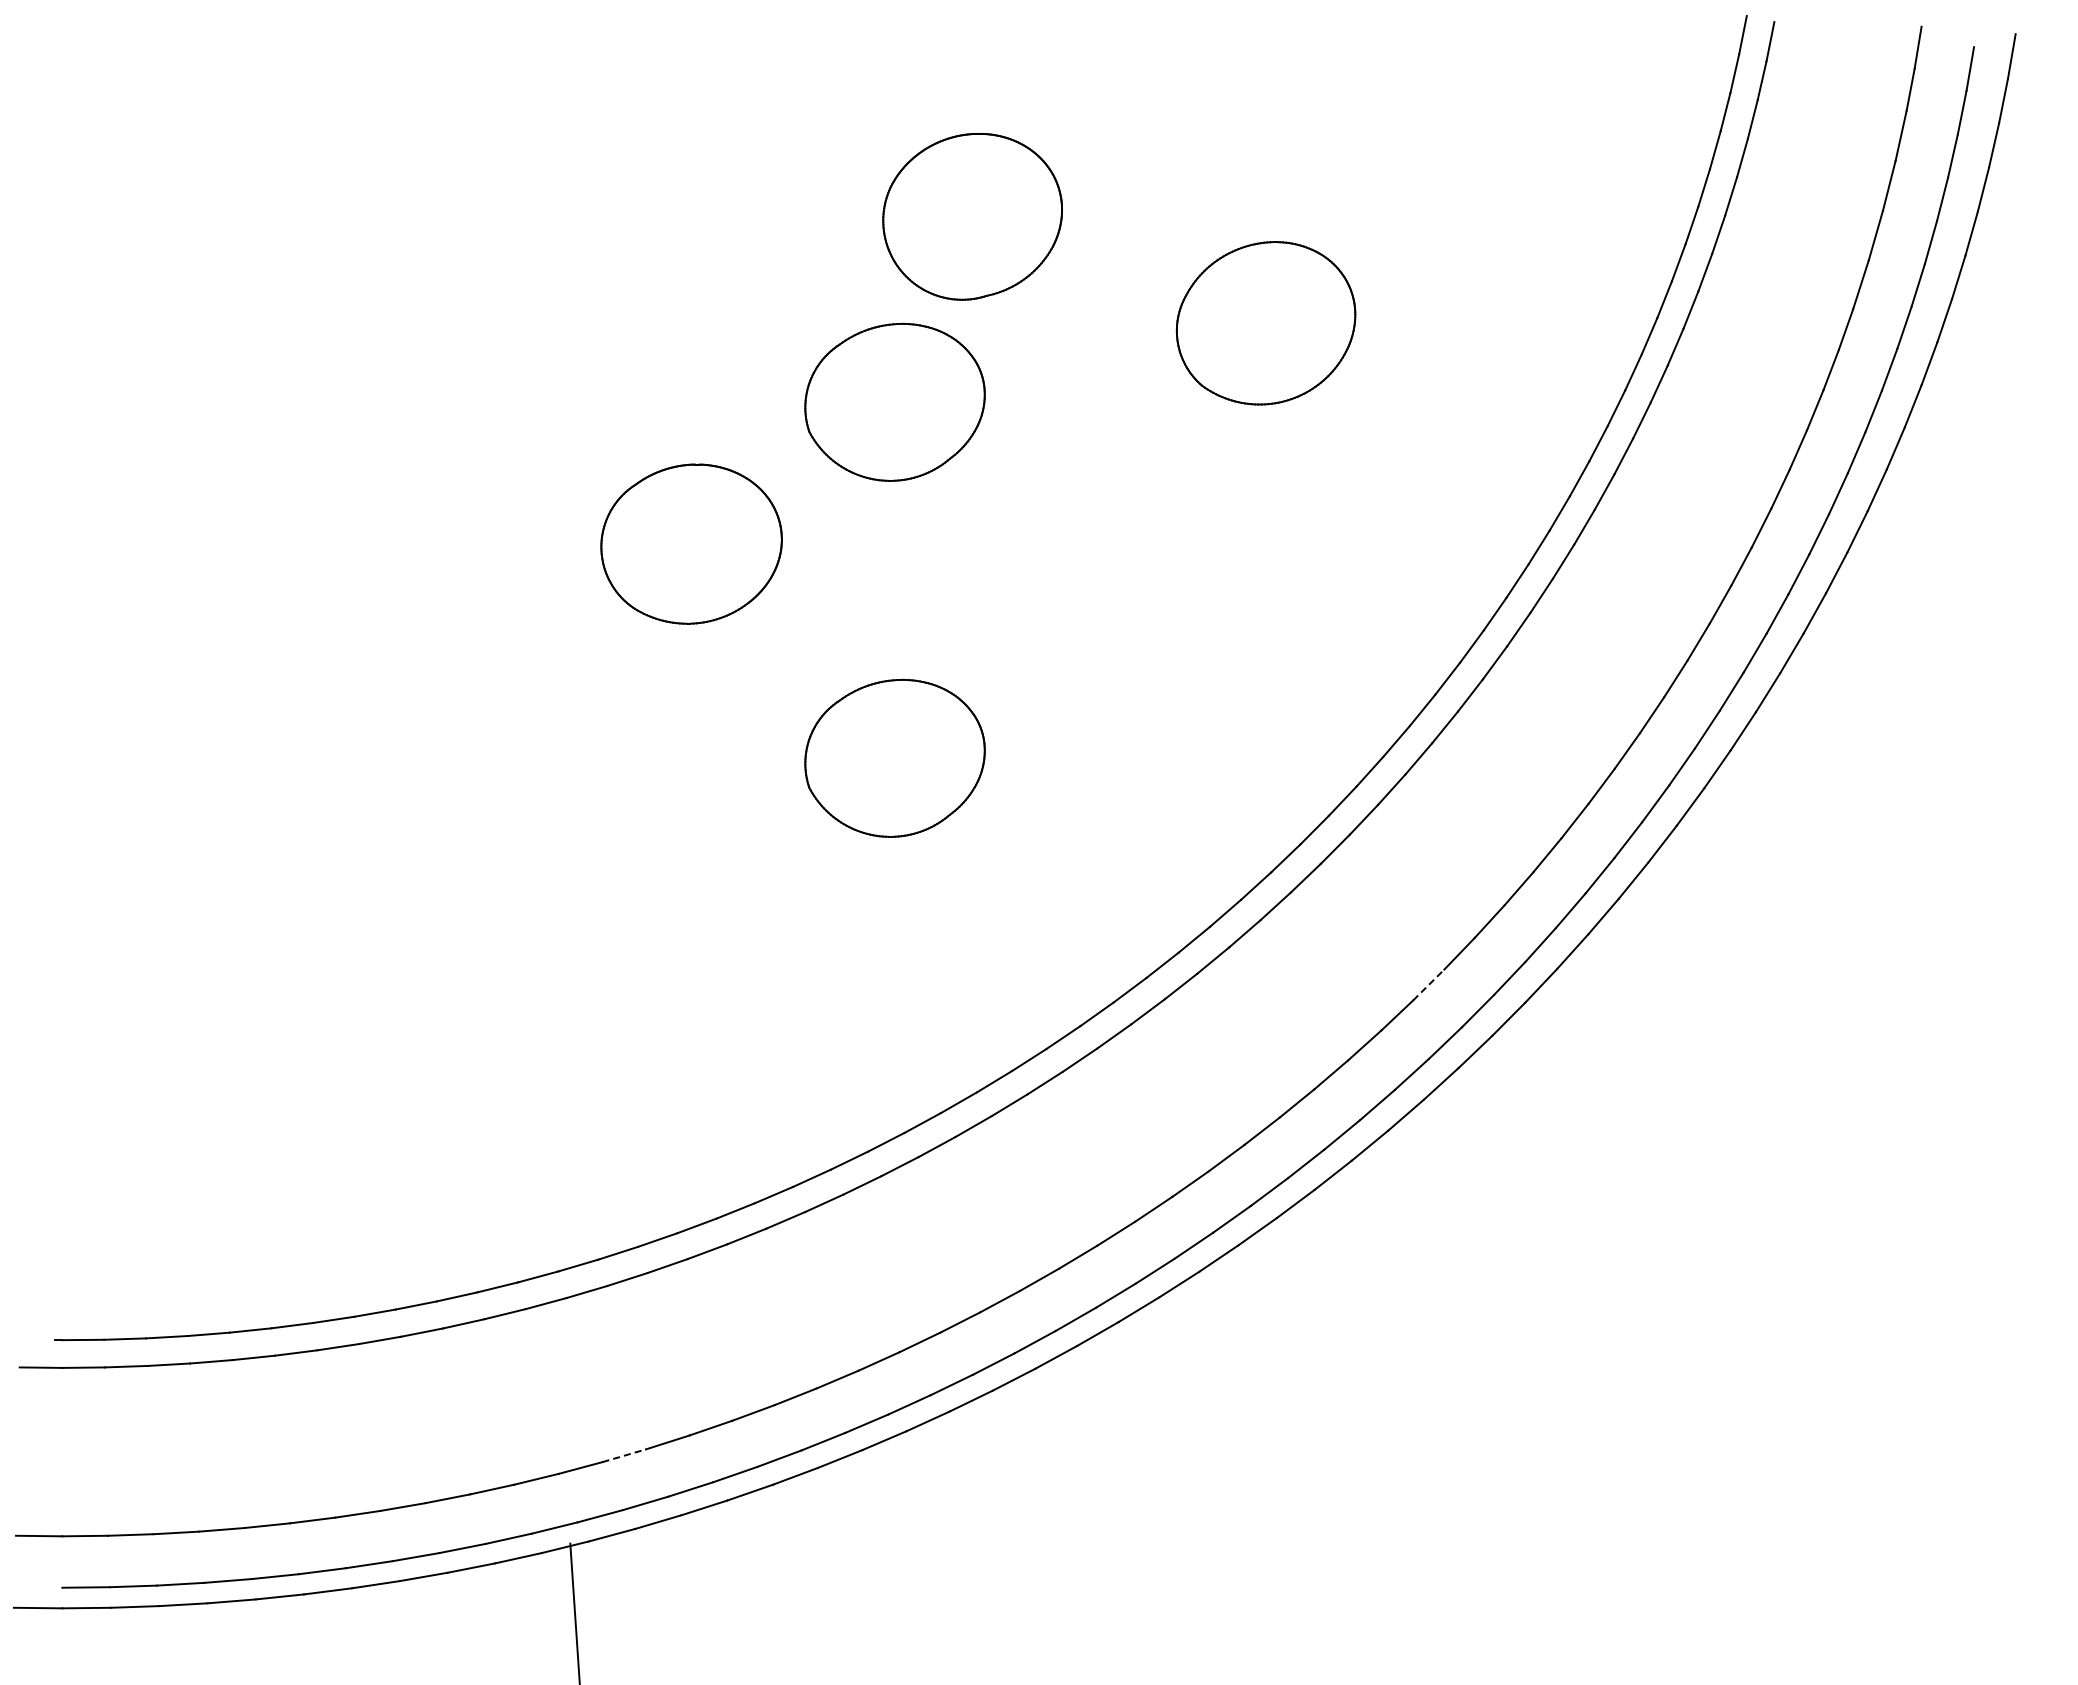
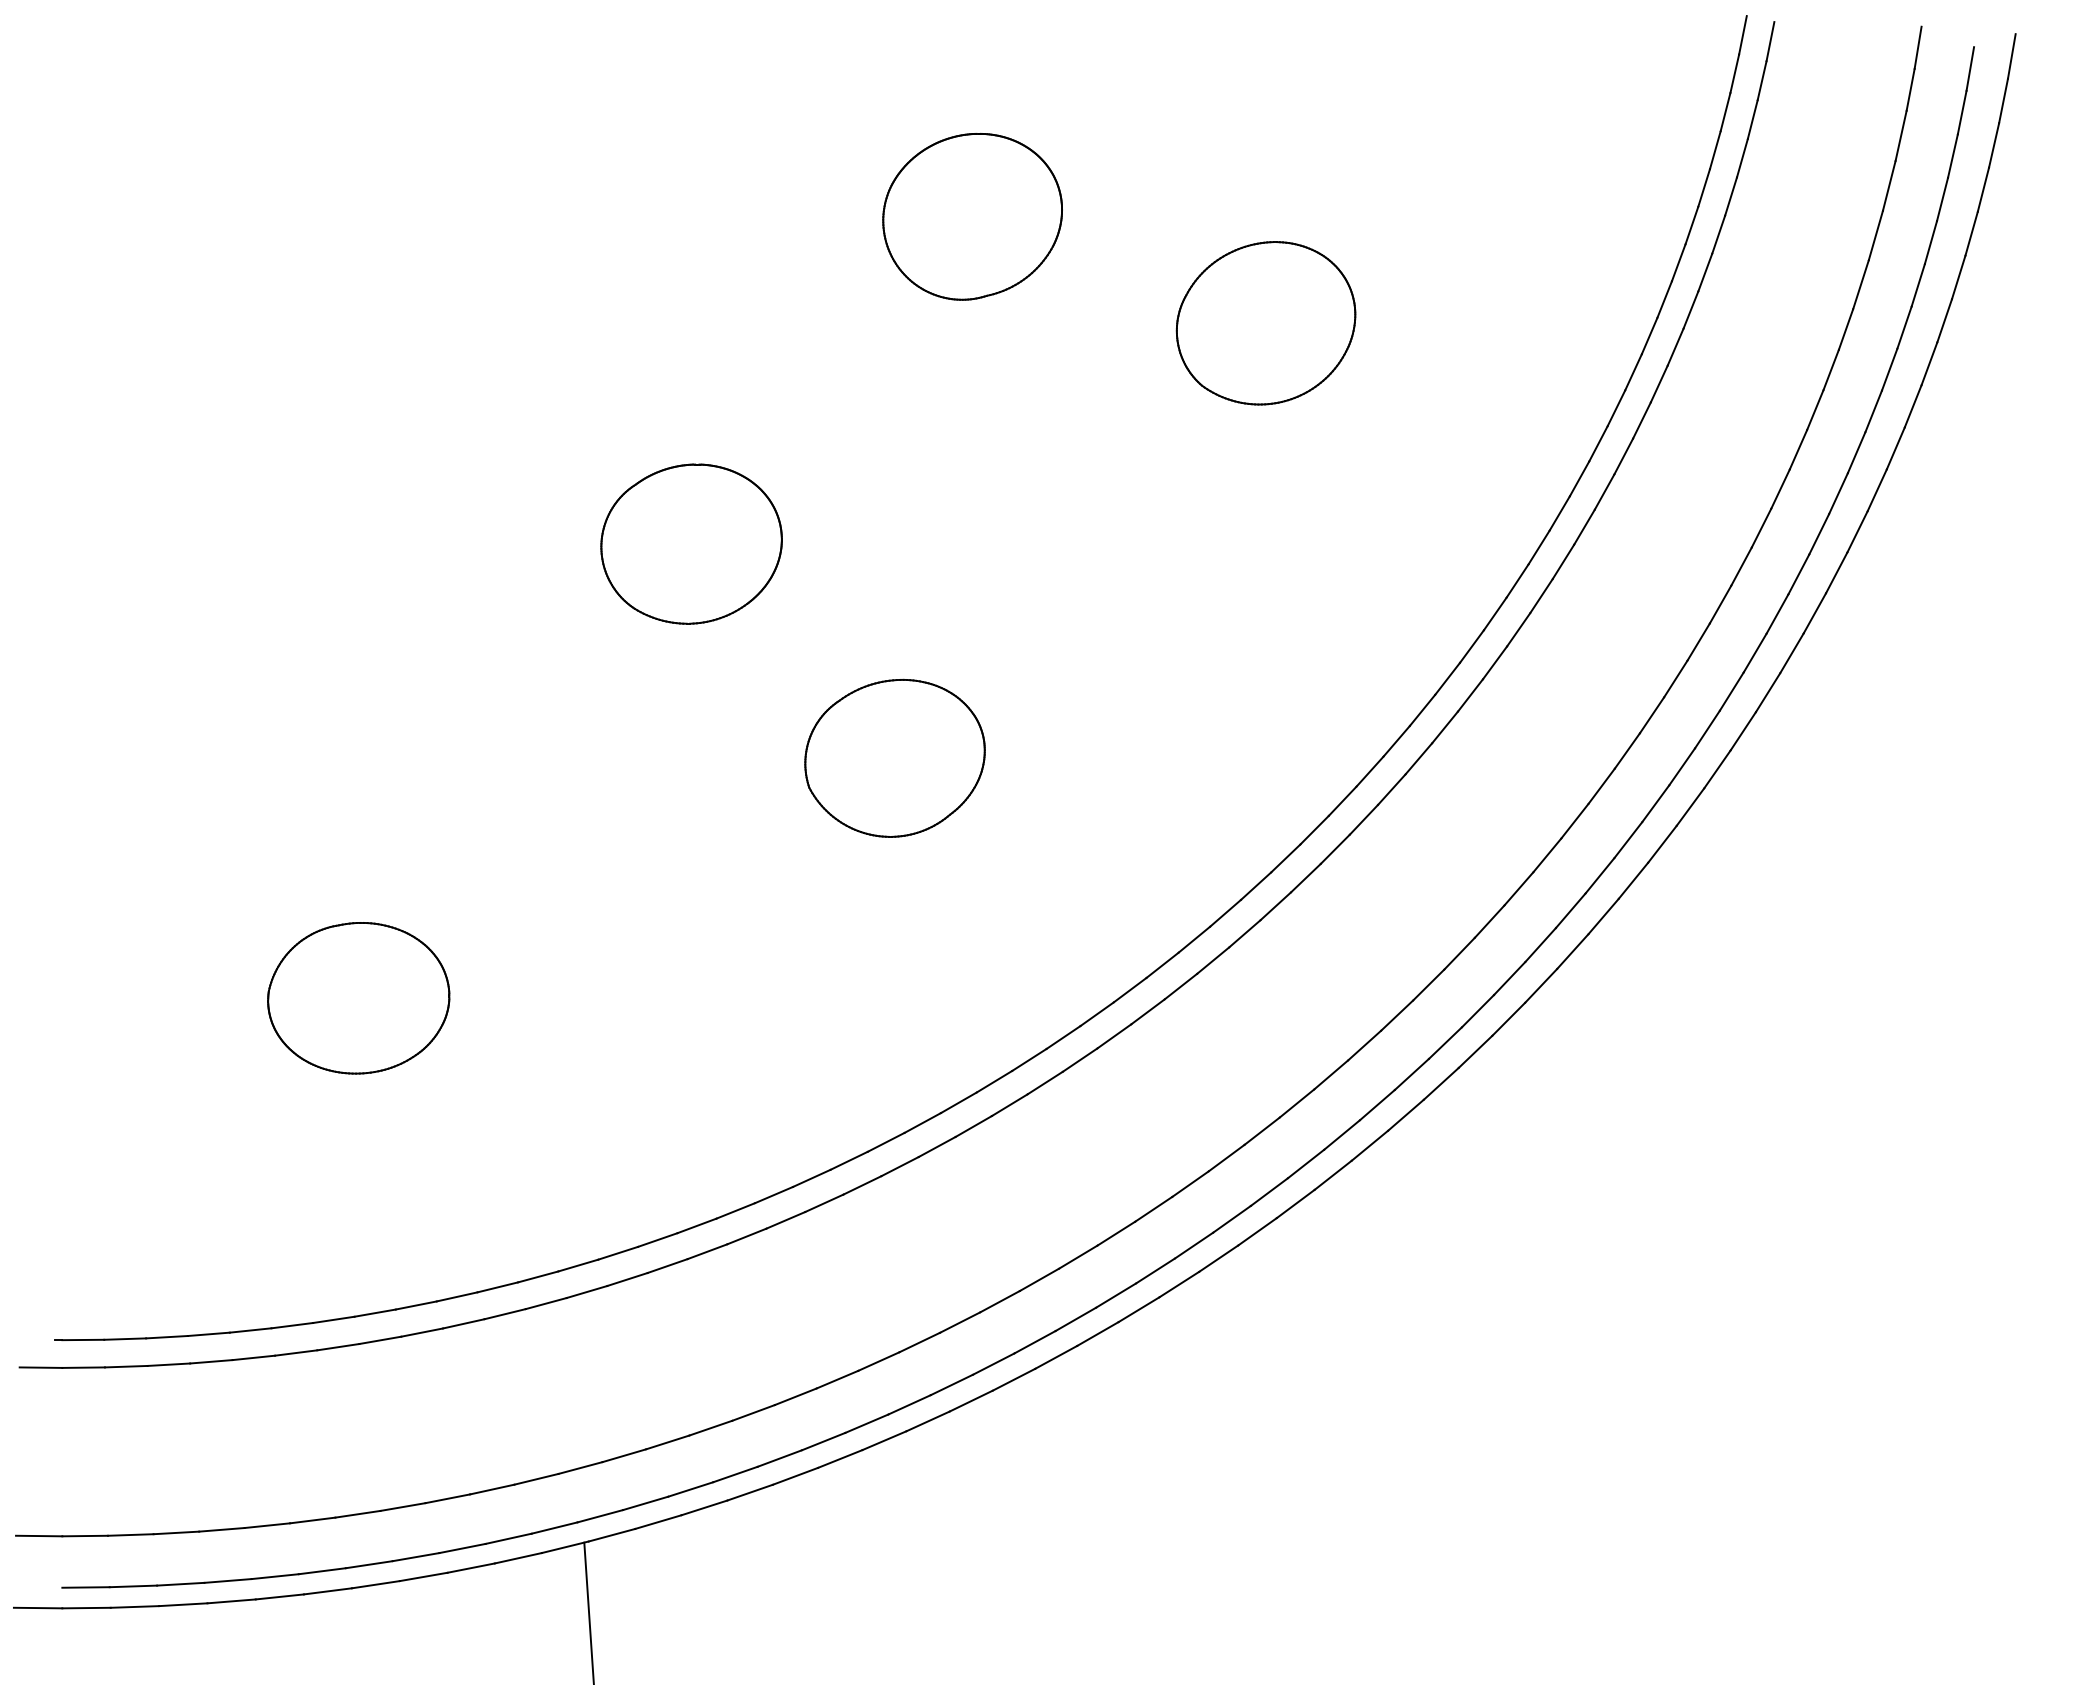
part at (894, 401): present -> none
line at (1428, 985): dashed -> solid
part at (358, 998): none -> present
line at (624, 1455): dashed -> solid
line at (574, 1612) position: (574, 1612) -> (588, 1611)
